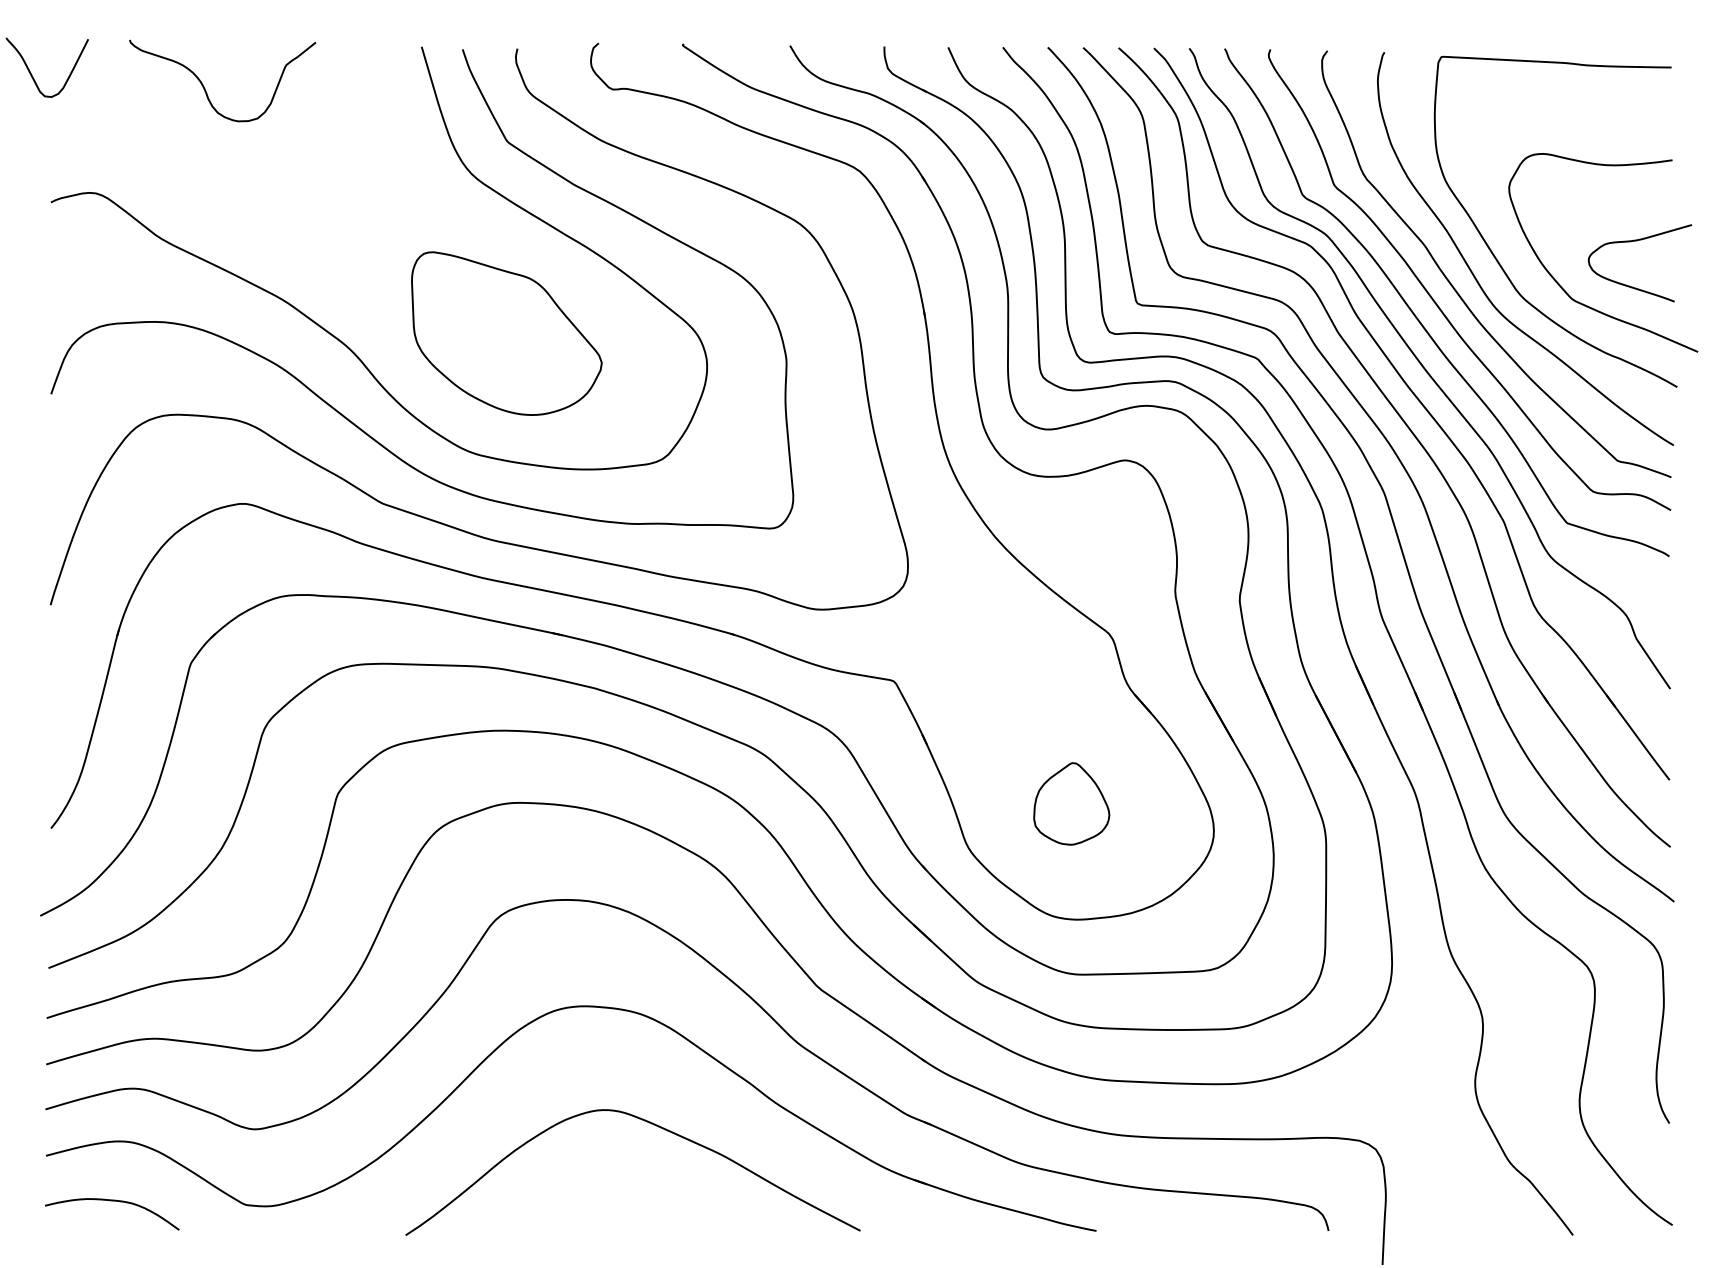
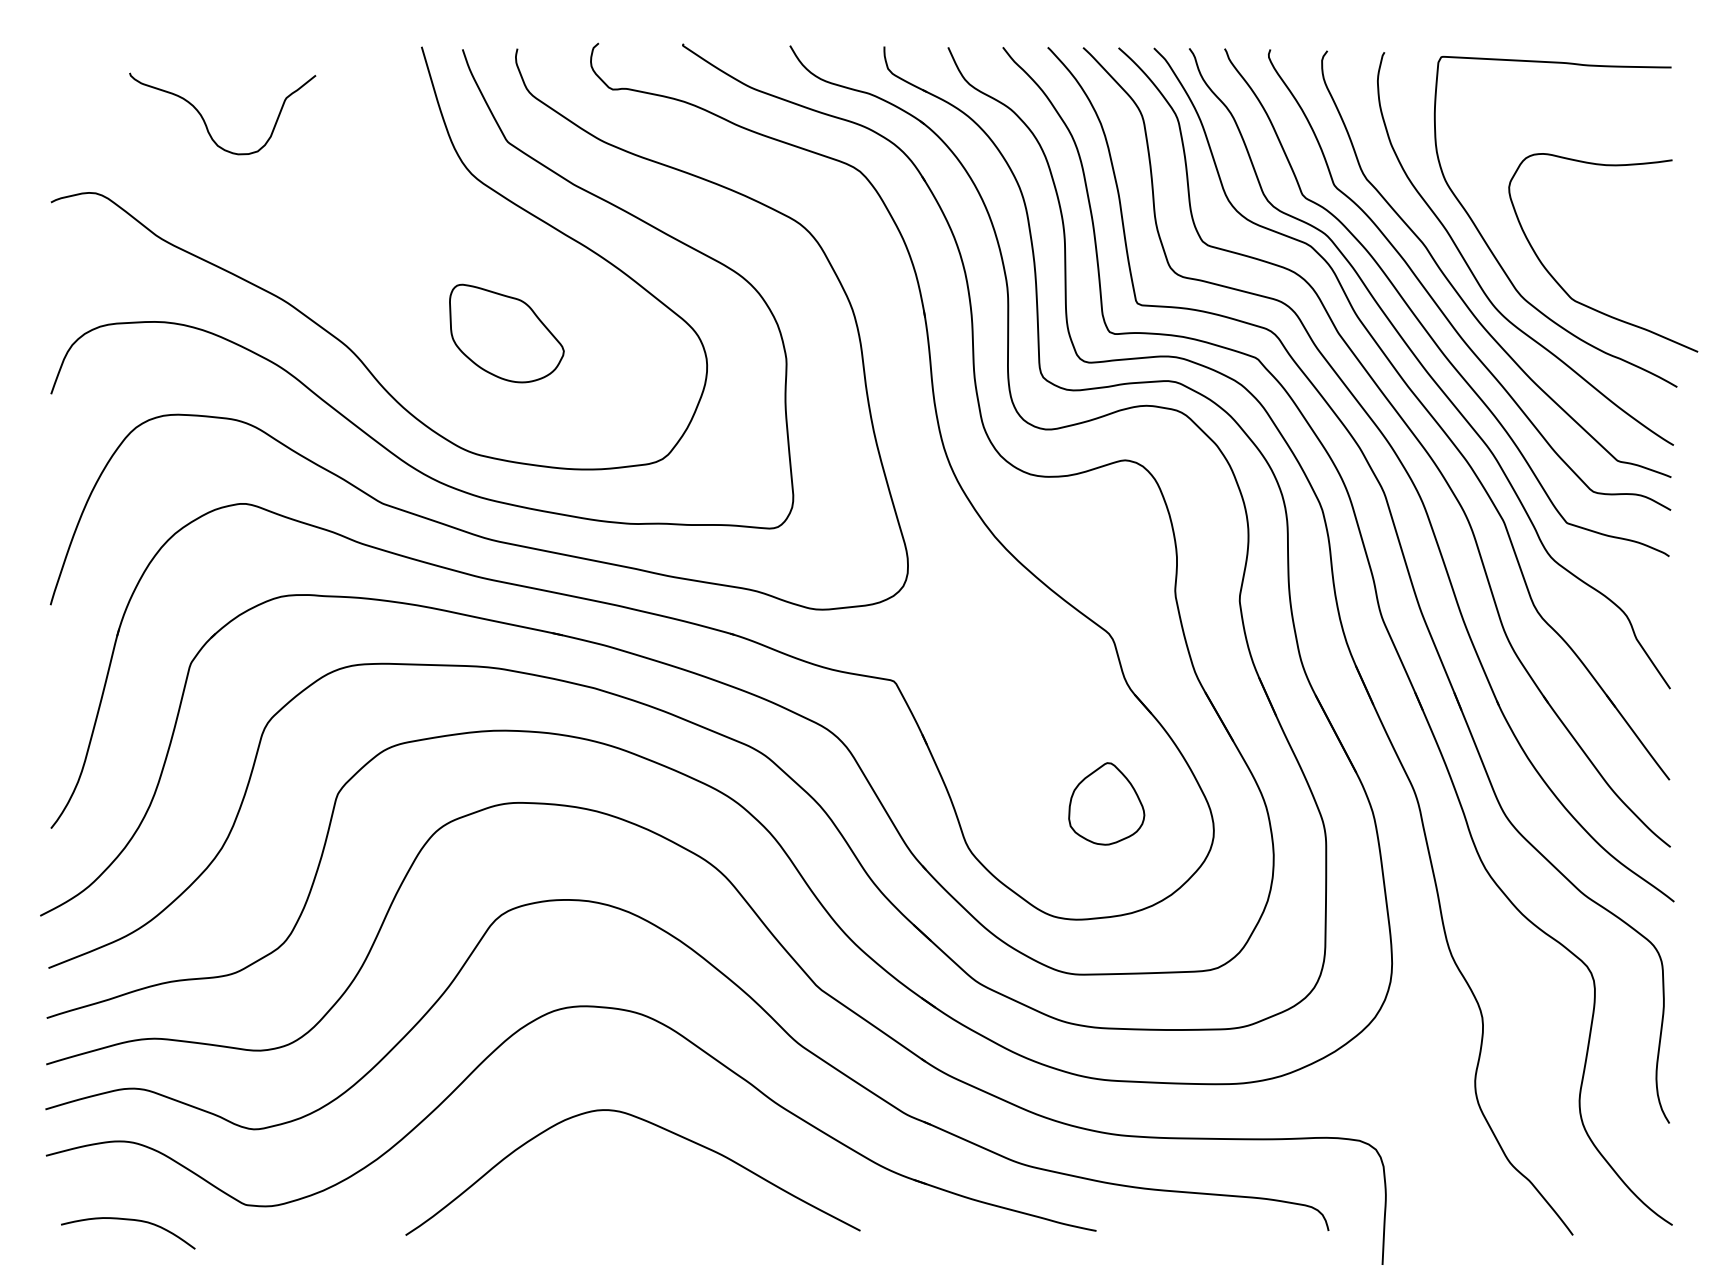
curve at (32, 74): present -> none
curve at (205, 88) position: (205, 88) -> (205, 121)
curve at (1637, 241): present -> none
part at (506, 333) size: 192x165 px -> 116x101 px
part at (1071, 803) position: (1071, 803) -> (1106, 803)
curve at (112, 1201) position: (112, 1201) -> (128, 1220)
